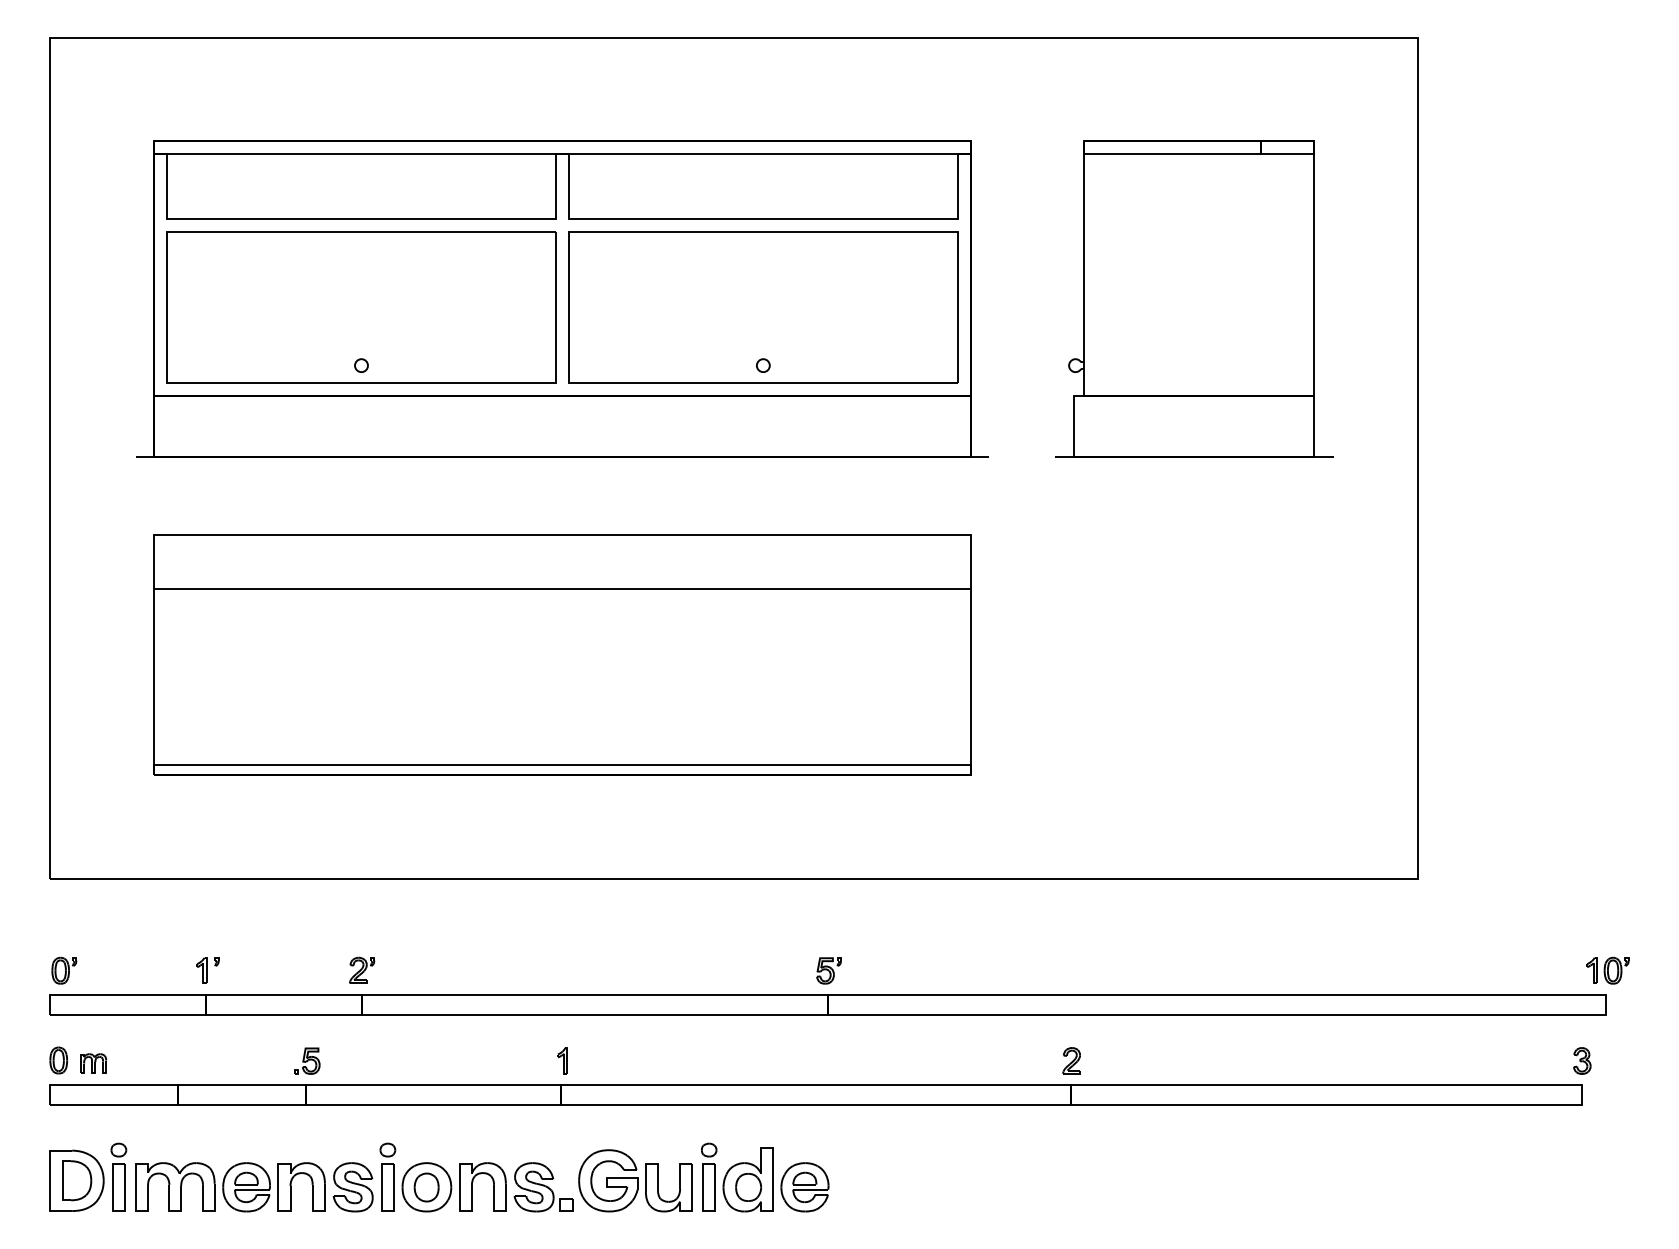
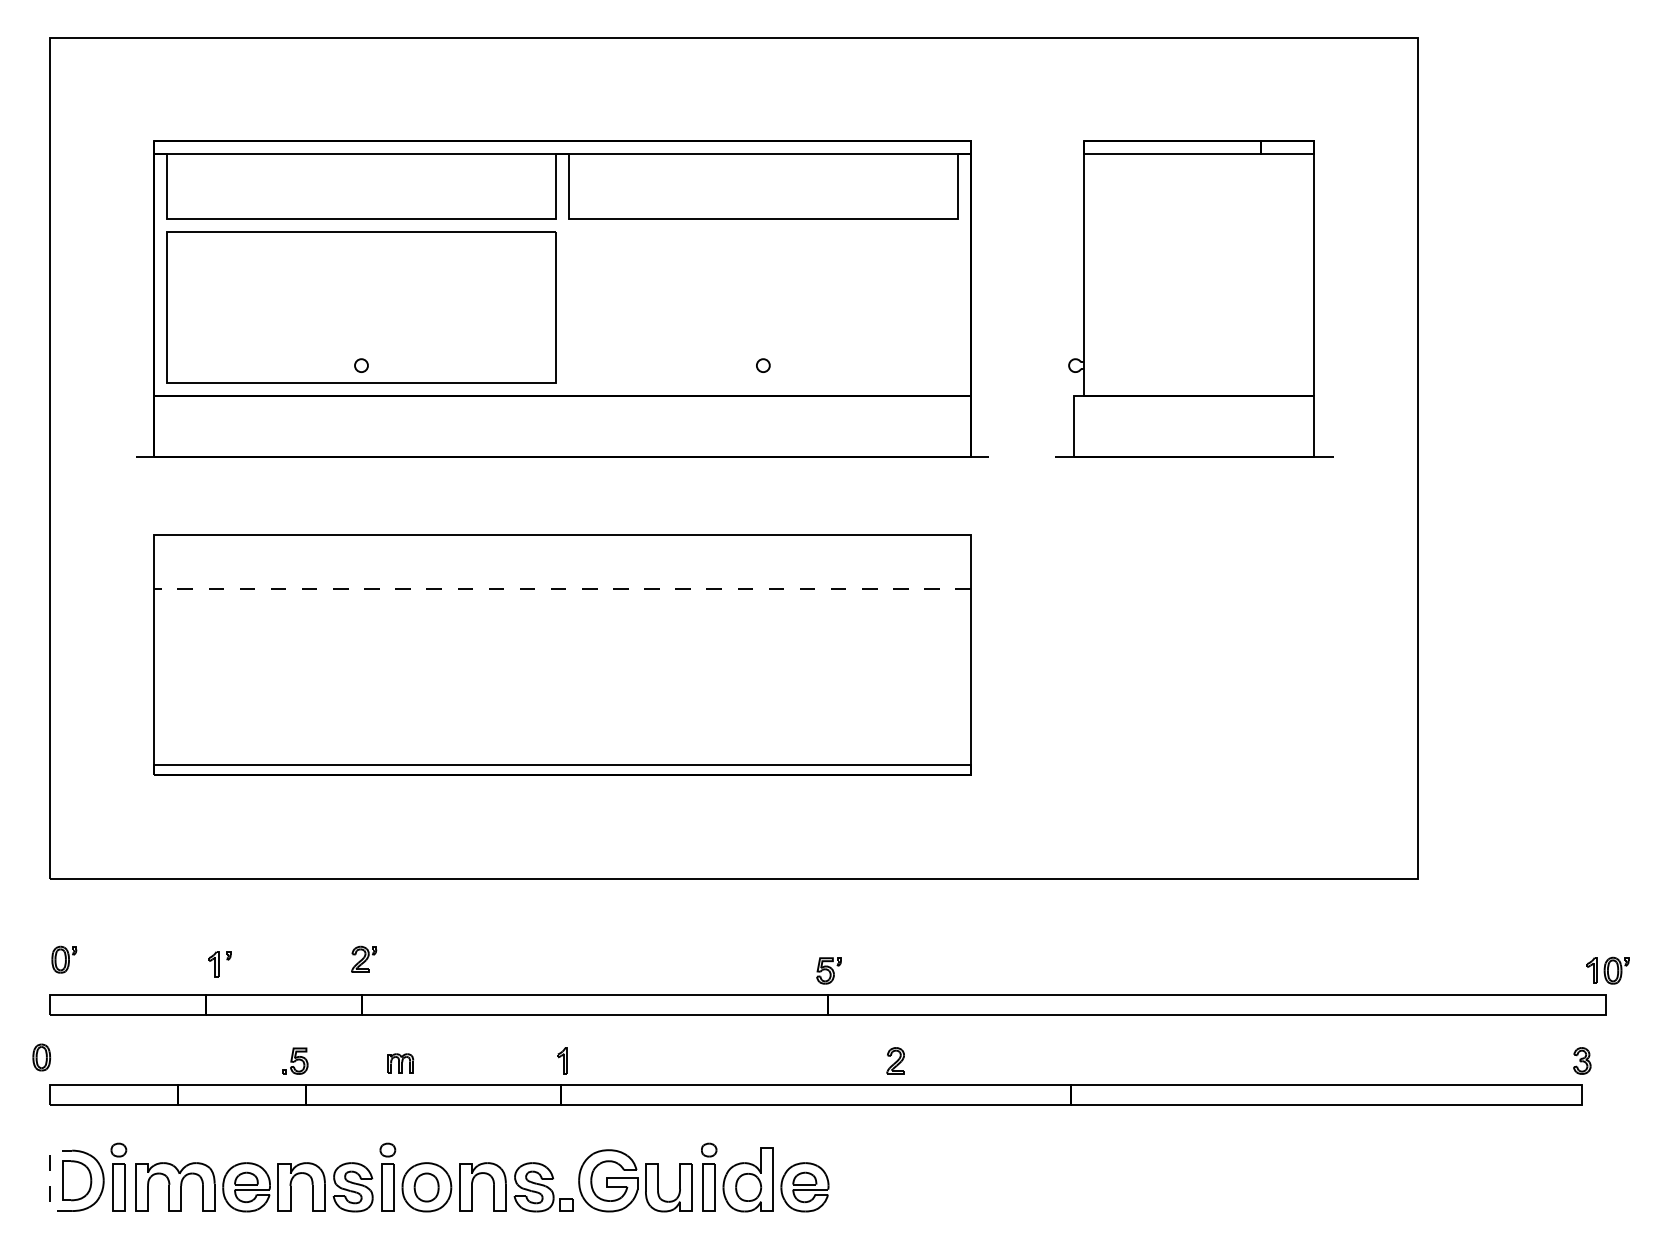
part at (763, 307): present -> none
line at (562, 588): solid -> dashed
part at (362, 969) position: (362, 969) -> (364, 958)
part at (64, 970) position: (64, 970) -> (64, 959)
part at (207, 970) position: (207, 970) -> (219, 964)
part at (58, 1060) position: (58, 1060) -> (41, 1057)
part at (307, 1060) position: (307, 1060) -> (295, 1060)
part at (1071, 1060) position: (1071, 1060) -> (895, 1060)
part at (93, 1063) position: (93, 1063) -> (400, 1063)
line at (50, 1180): solid -> dashed
